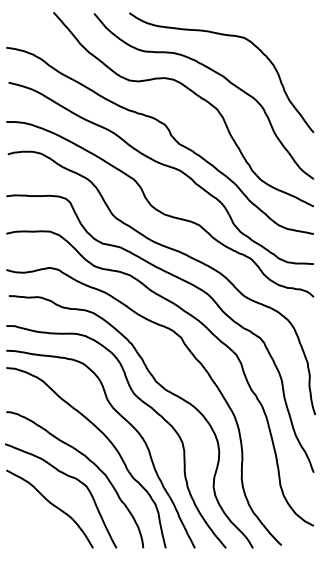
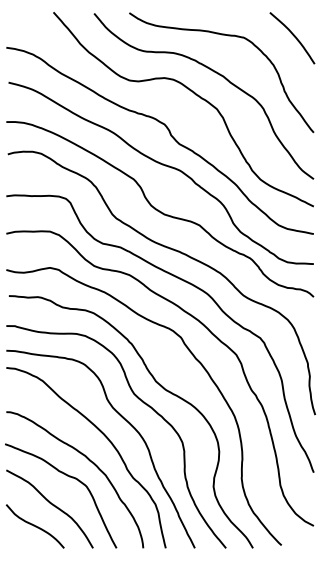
curve at (293, 36): none -> present
curve at (34, 526): none -> present
